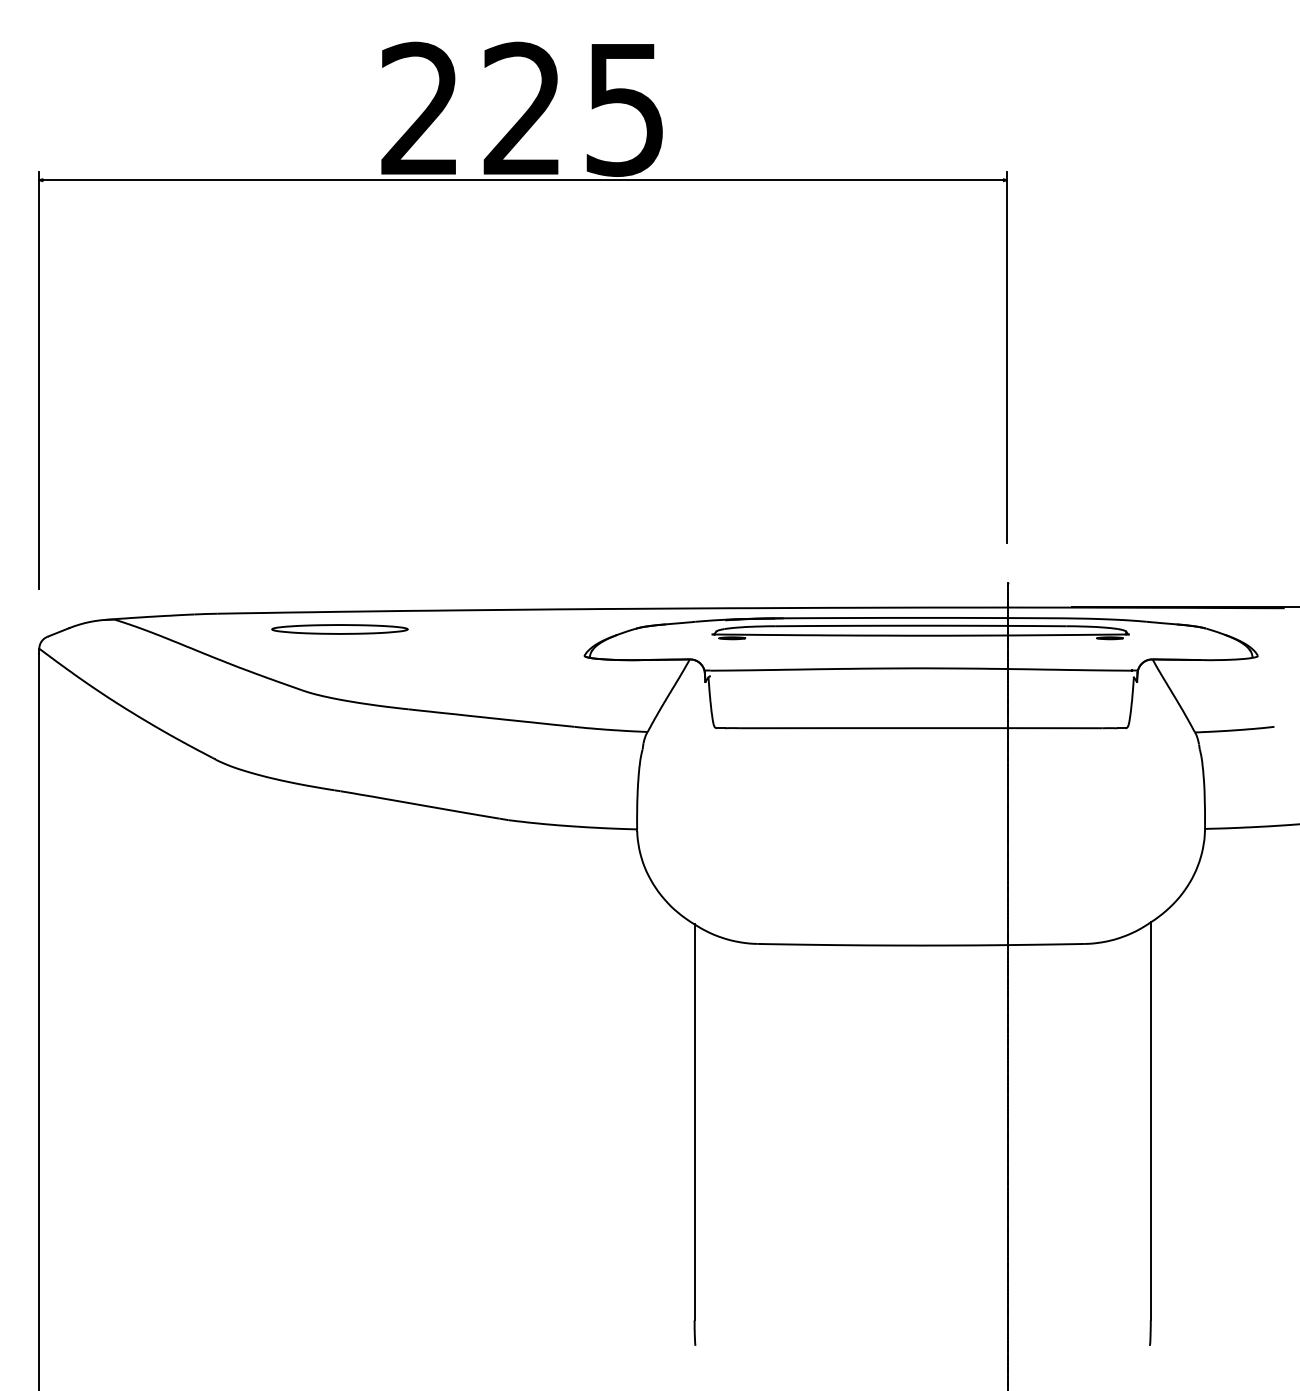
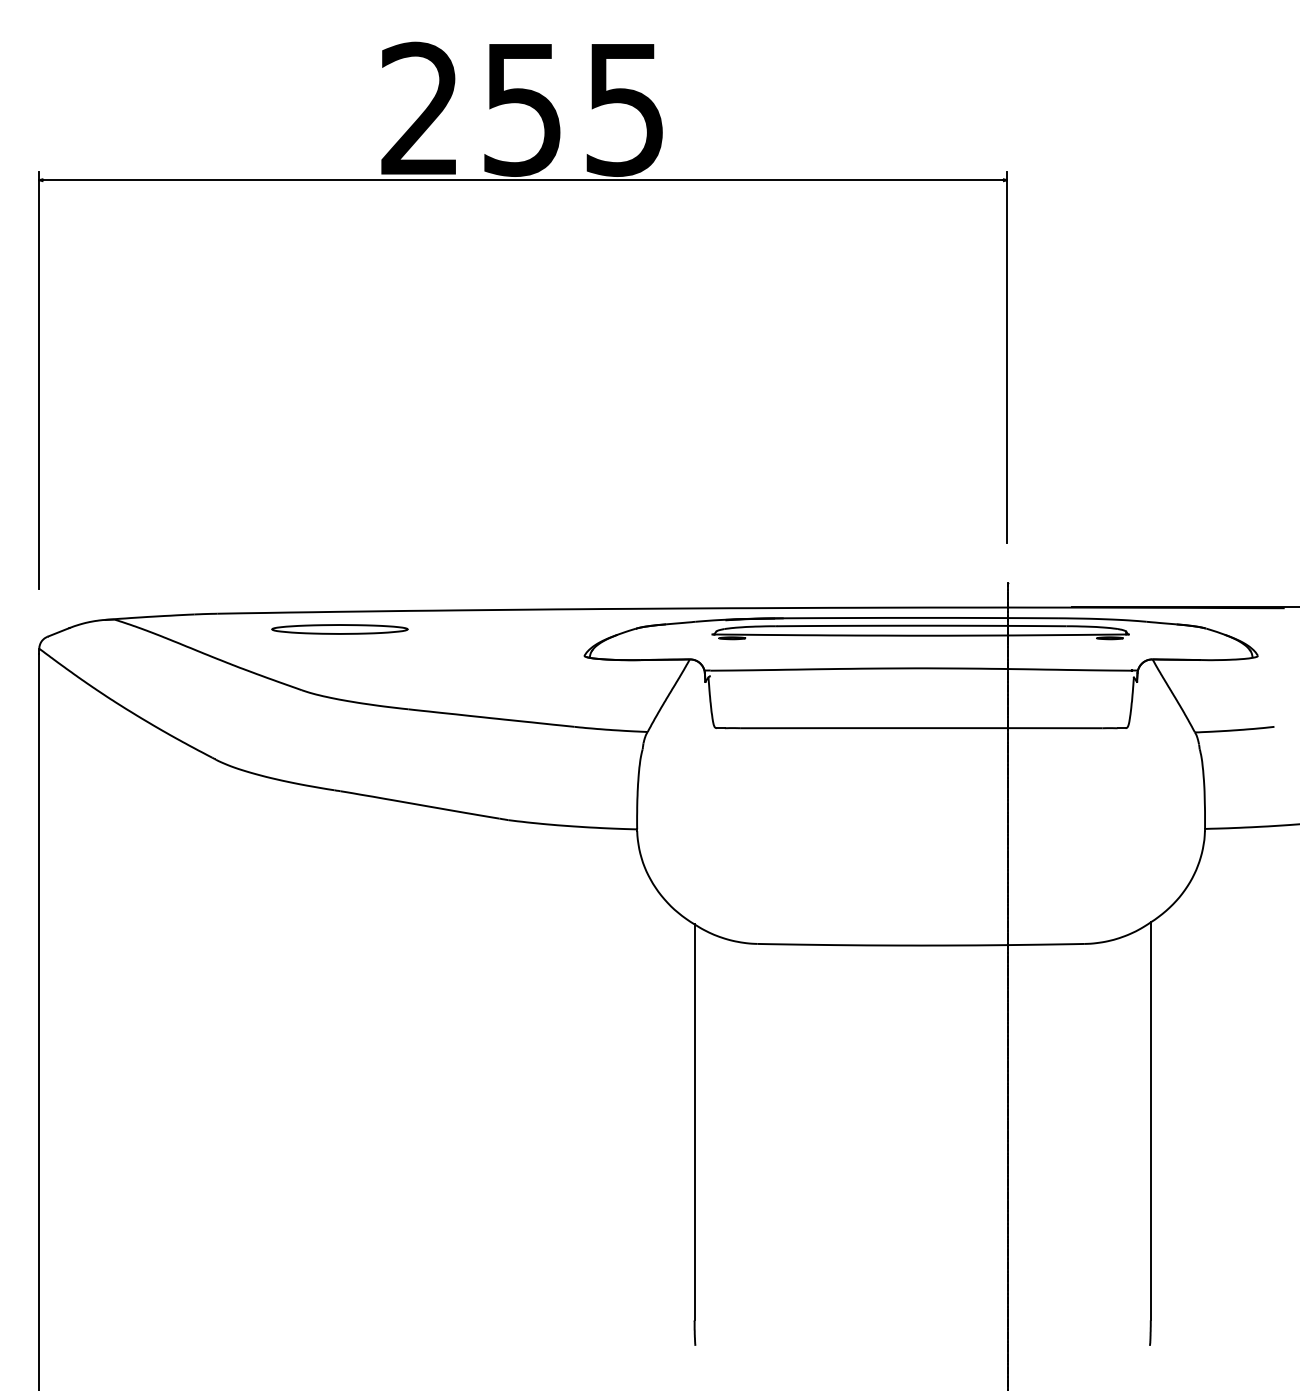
text at (521, 108): 225 -> 255
